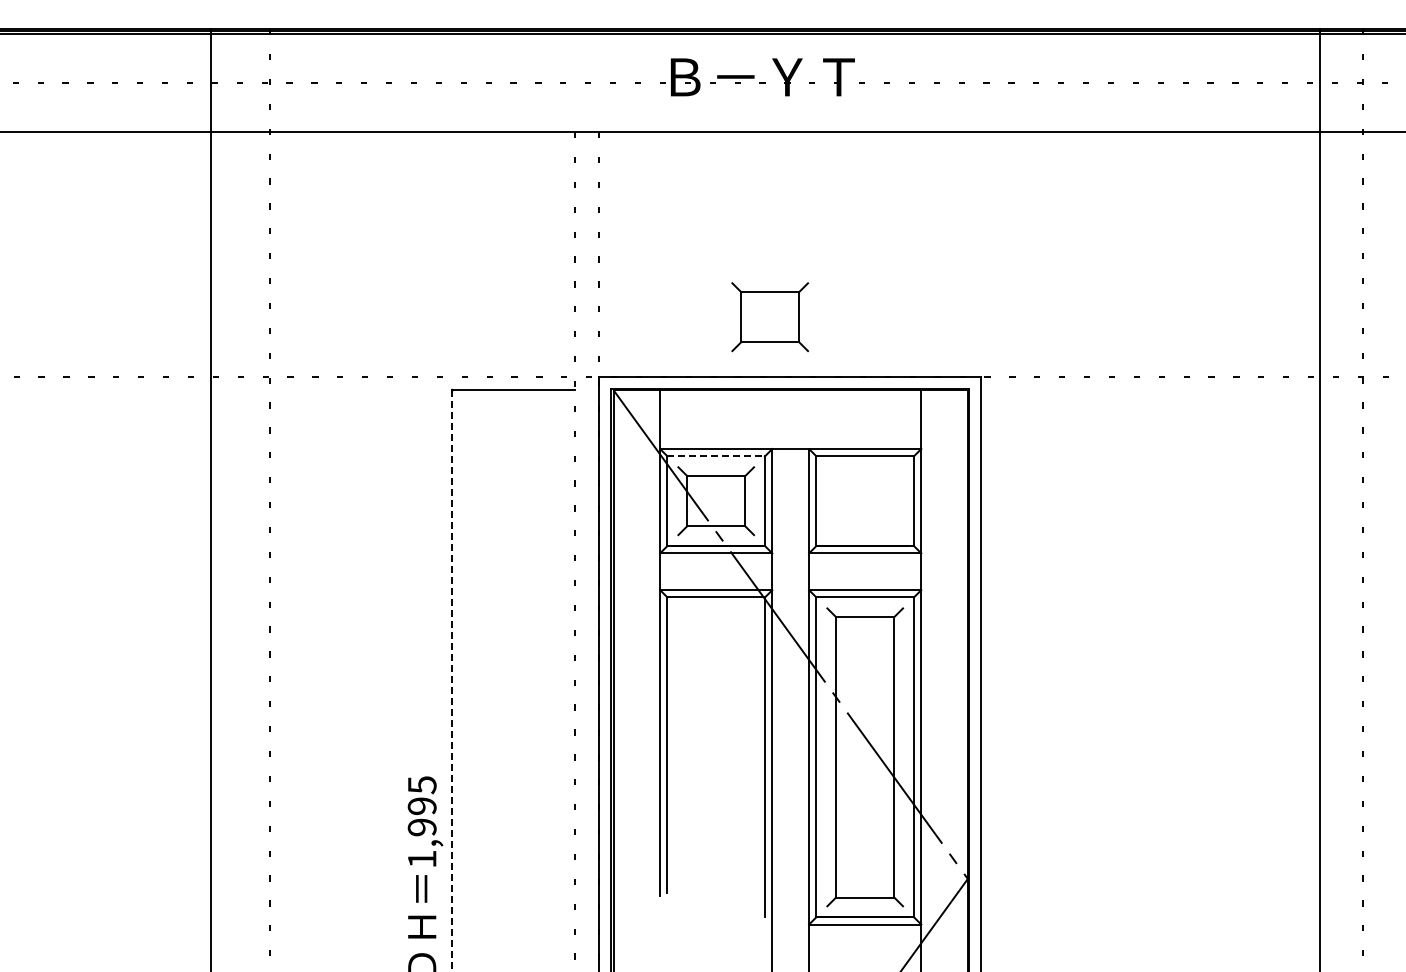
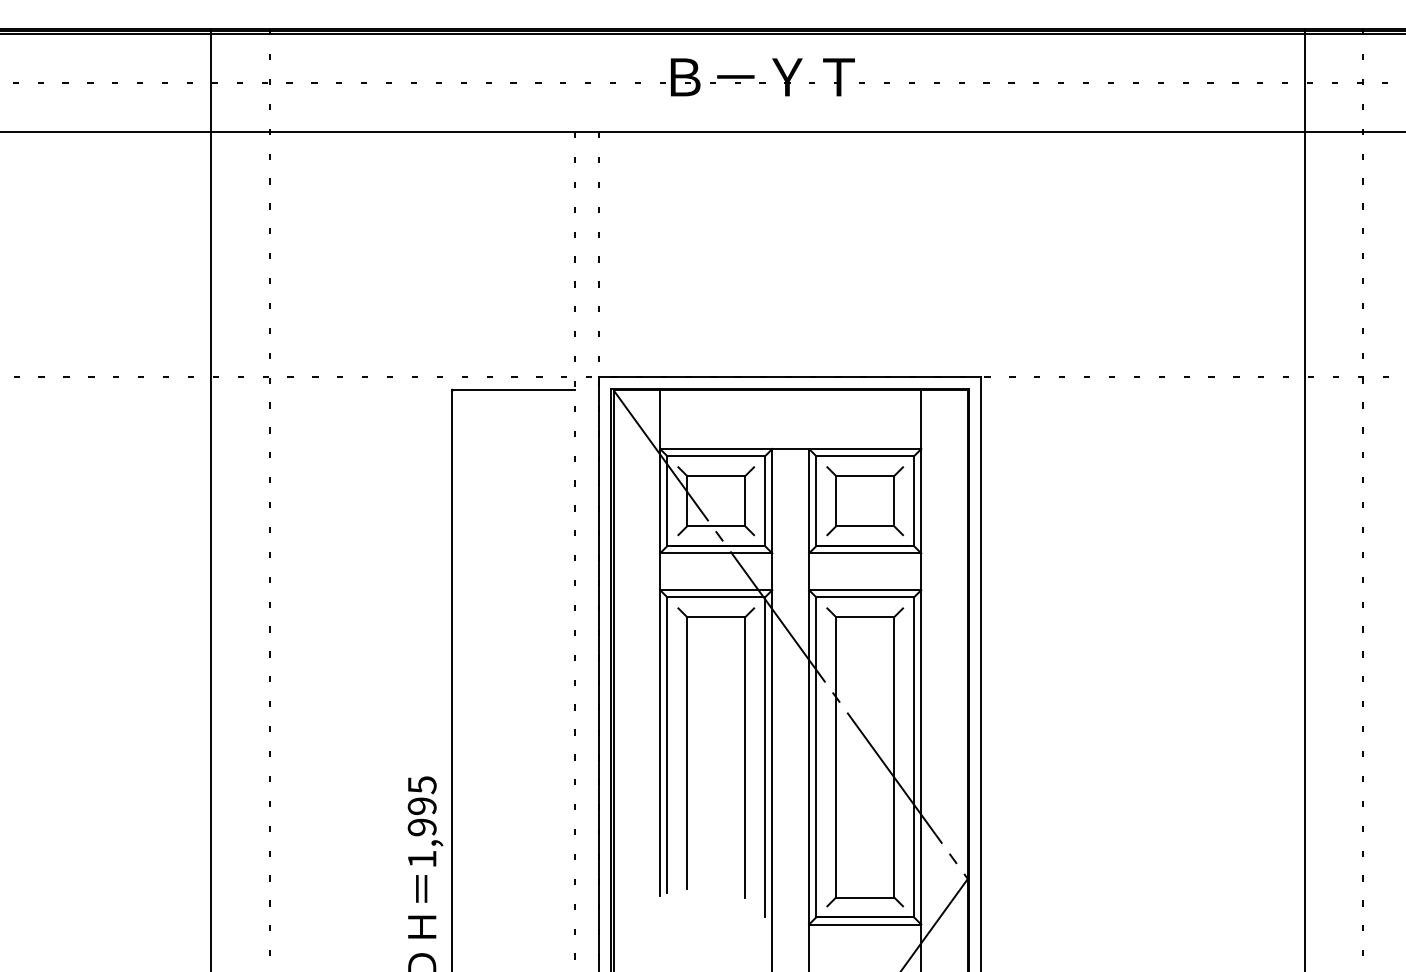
part at (770, 317) position: (770, 317) -> (865, 501)
line at (716, 456): dashed -> solid
line at (1319, 498) position: (1319, 498) -> (1304, 498)
line at (452, 681): dashed -> solid
part at (744, 752): none -> present
